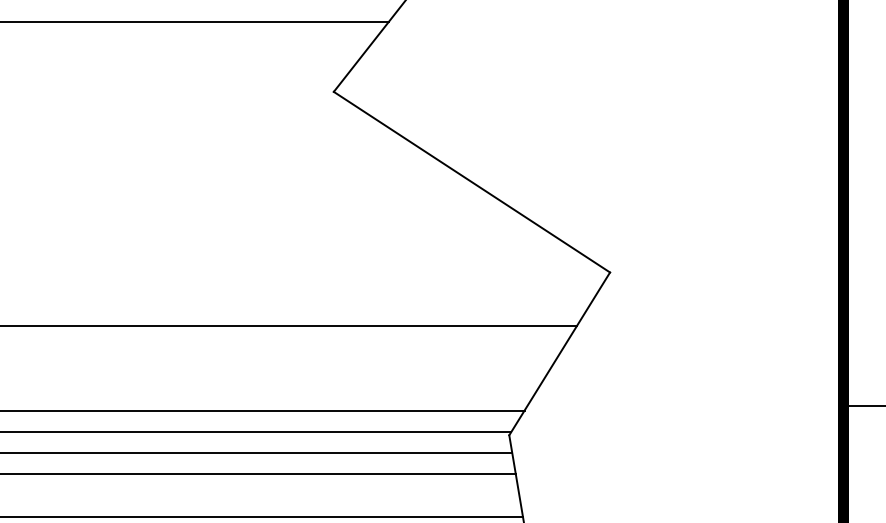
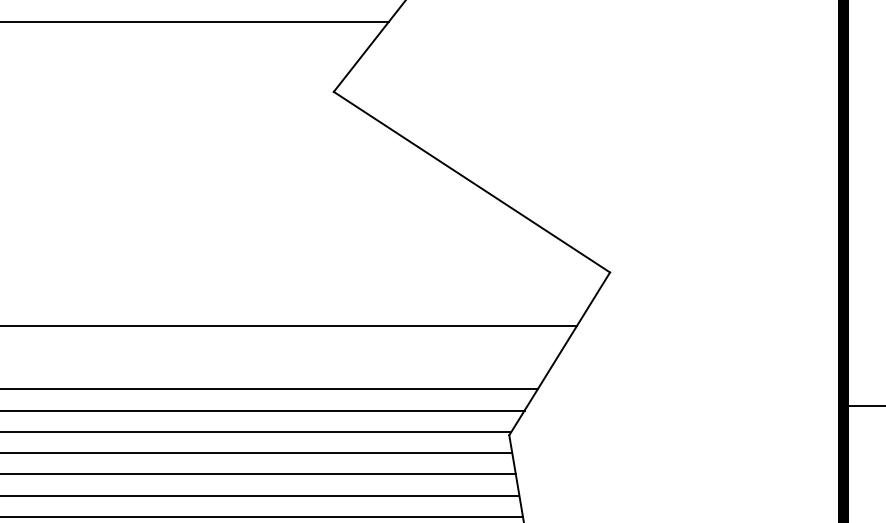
line at (269, 389): none -> present
line at (260, 495): none -> present
